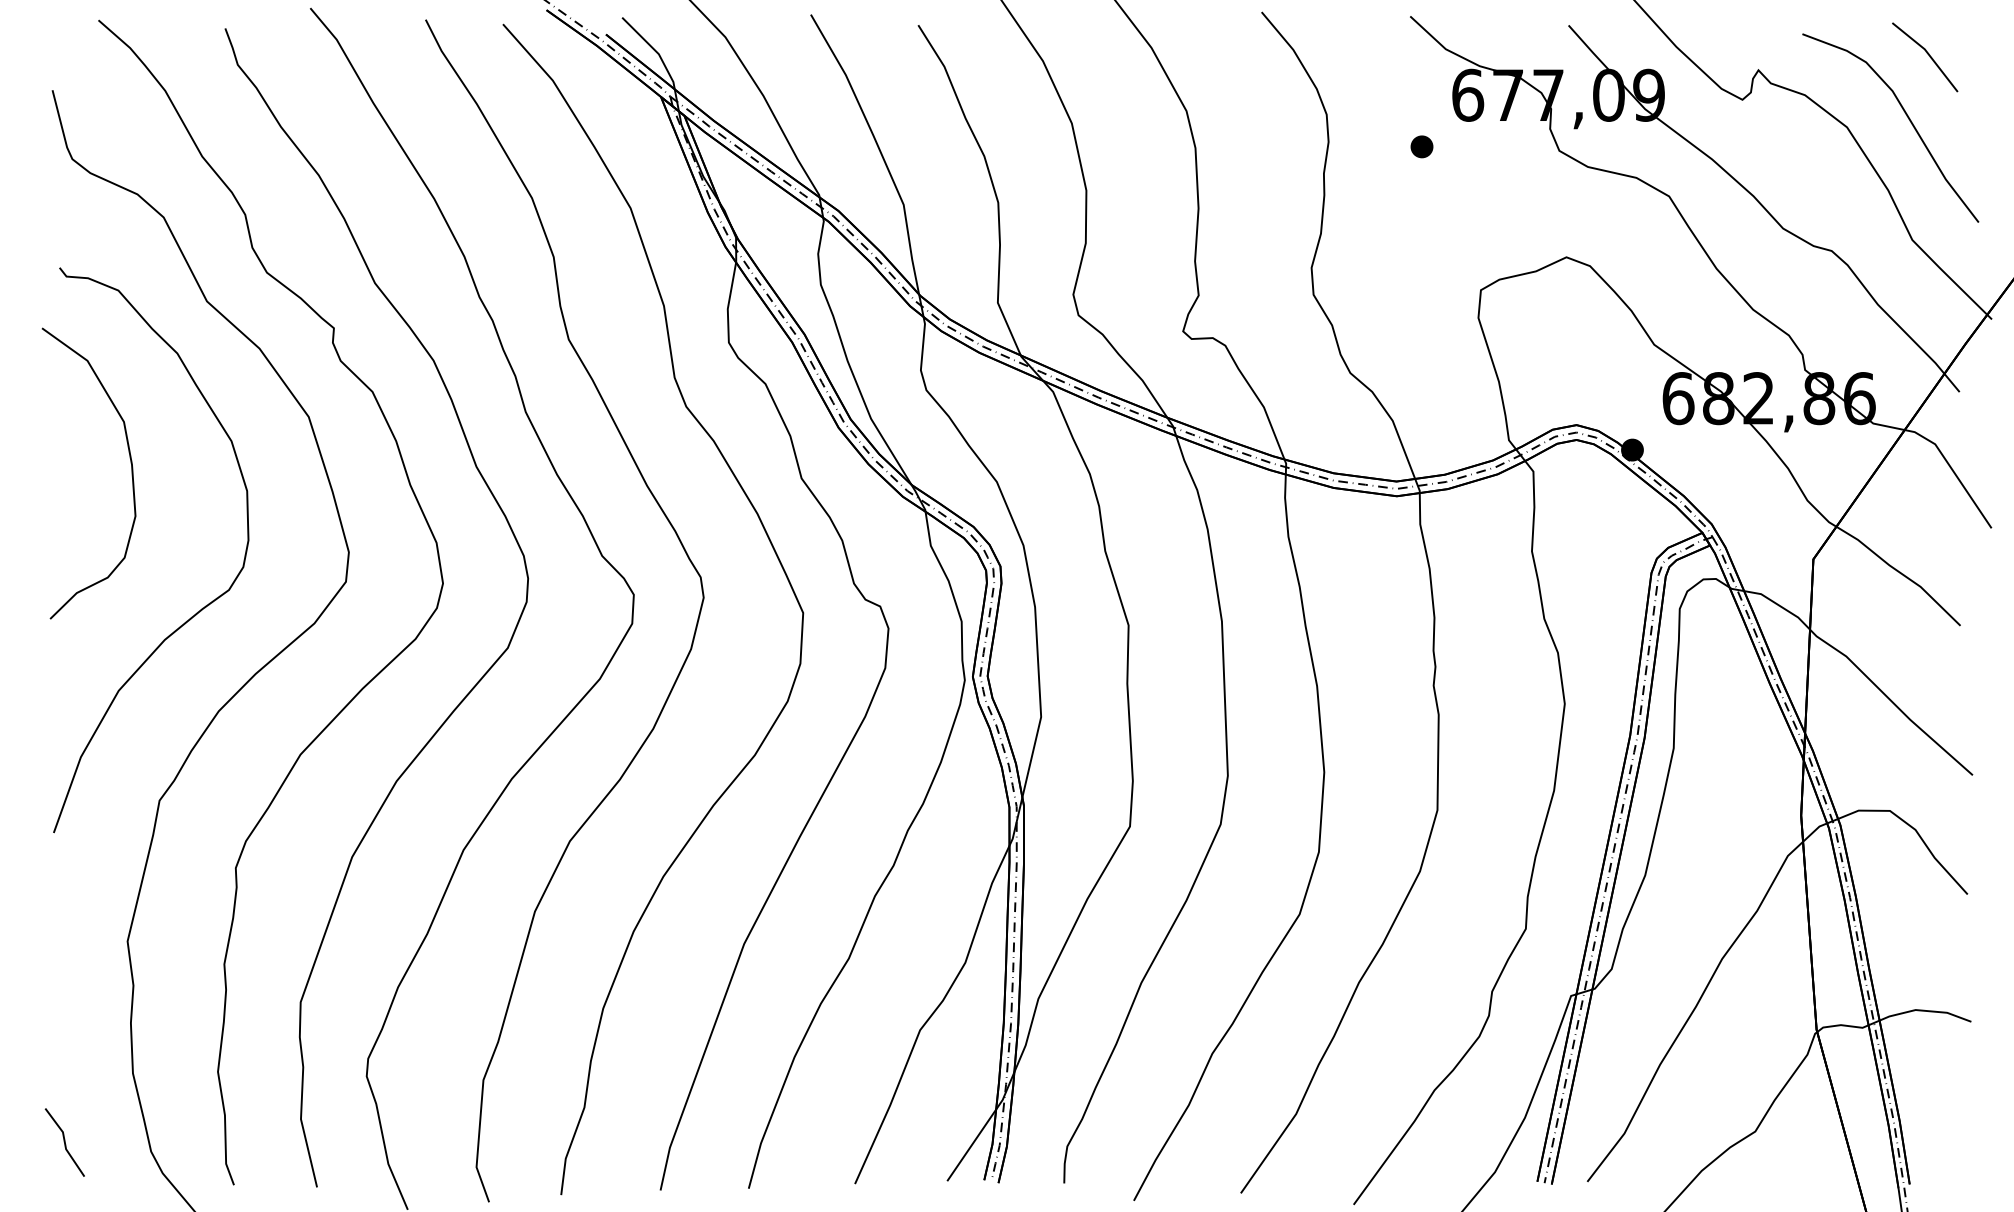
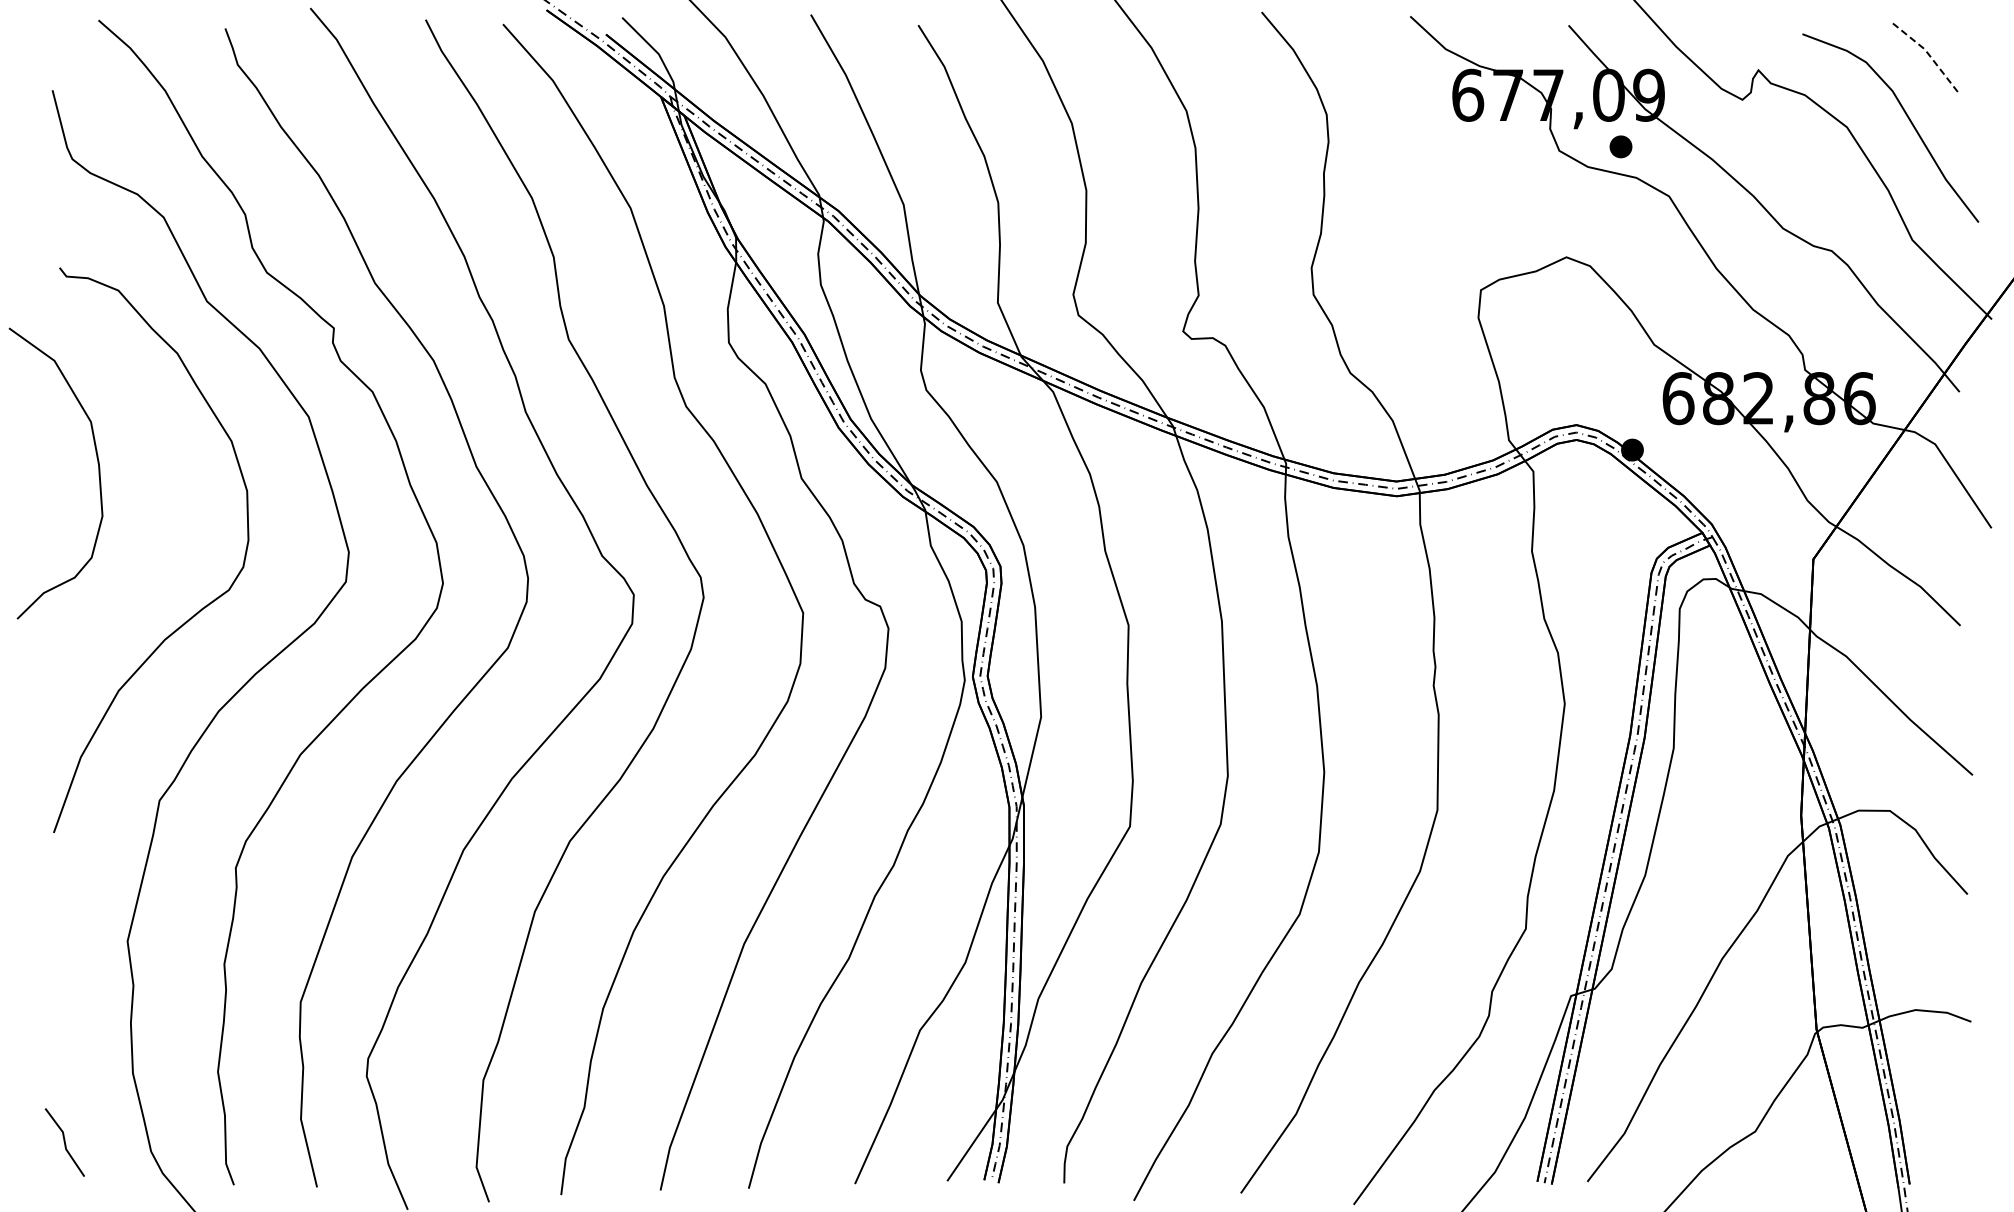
line at (1927, 53): solid -> dashed
part at (1421, 146) position: (1421, 146) -> (1620, 146)
curve at (131, 473) position: (131, 473) -> (98, 473)
